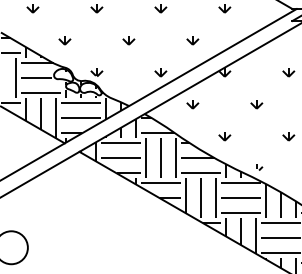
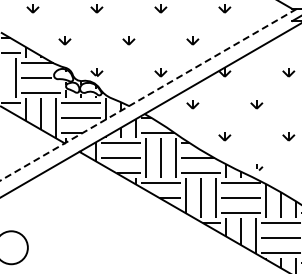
line at (148, 95): solid -> dashed
